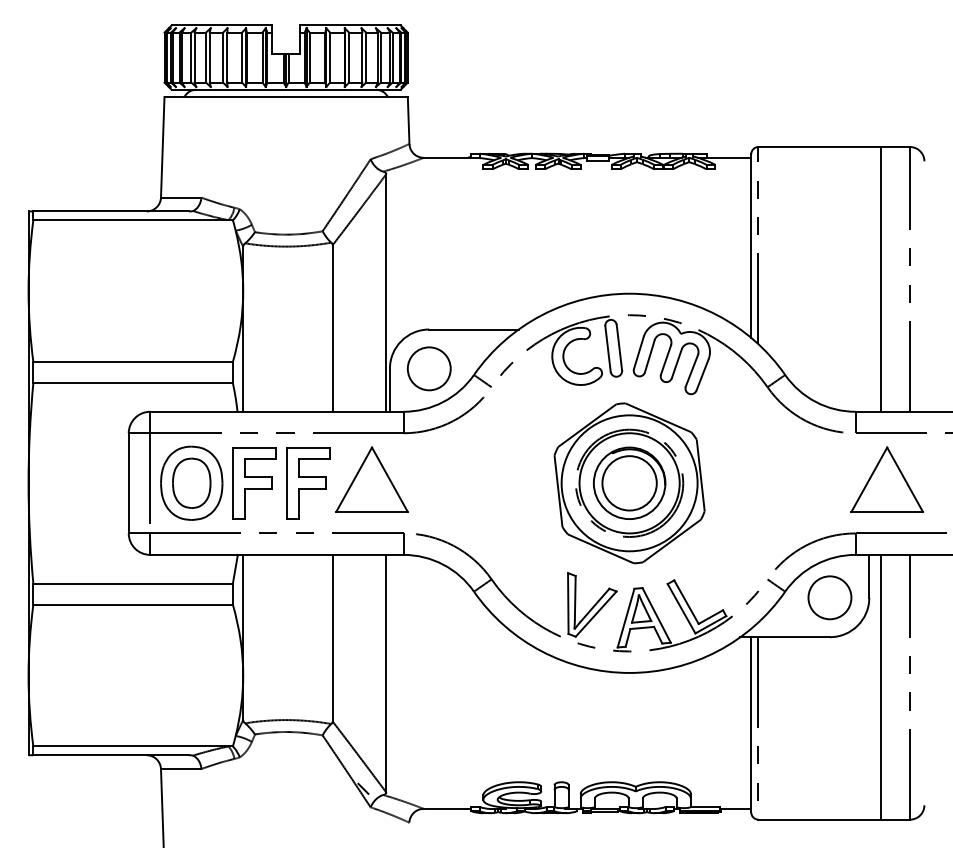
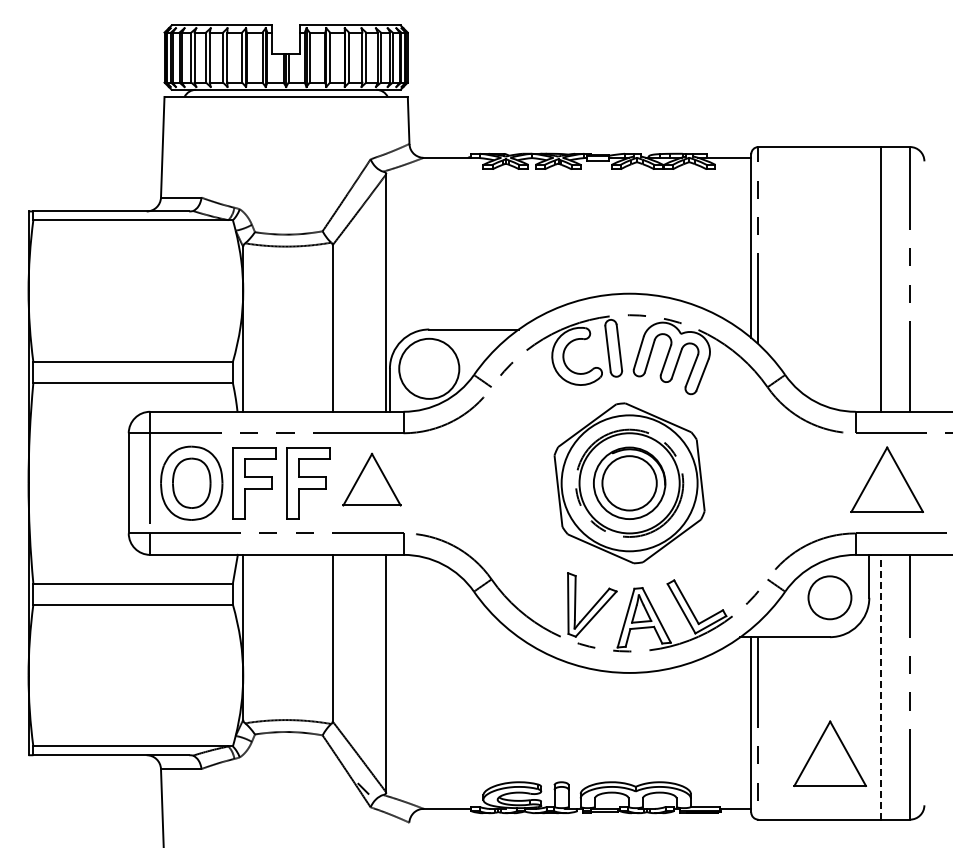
circle at (428, 368) diameter: 43 px -> 60 px
part at (371, 479) size: 74x67 px -> 60x55 px
line at (881, 686): solid -> dashed
part at (829, 753): none -> present
